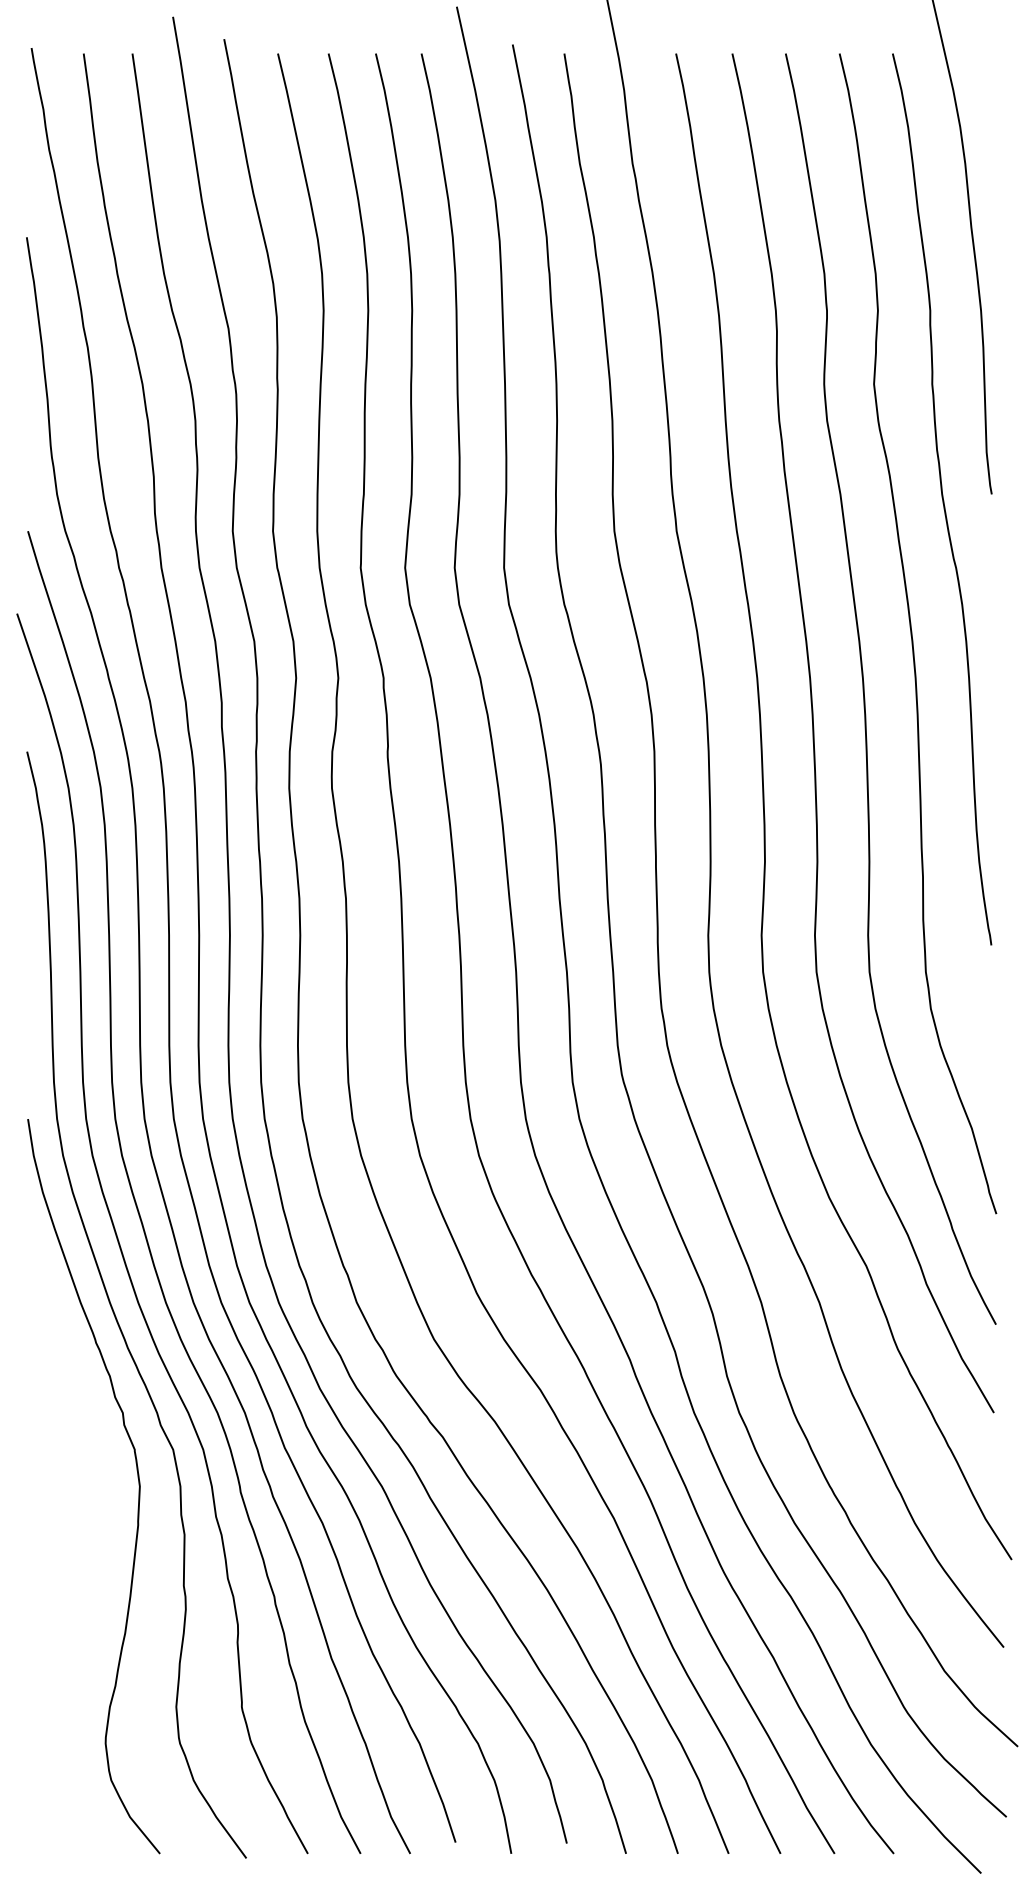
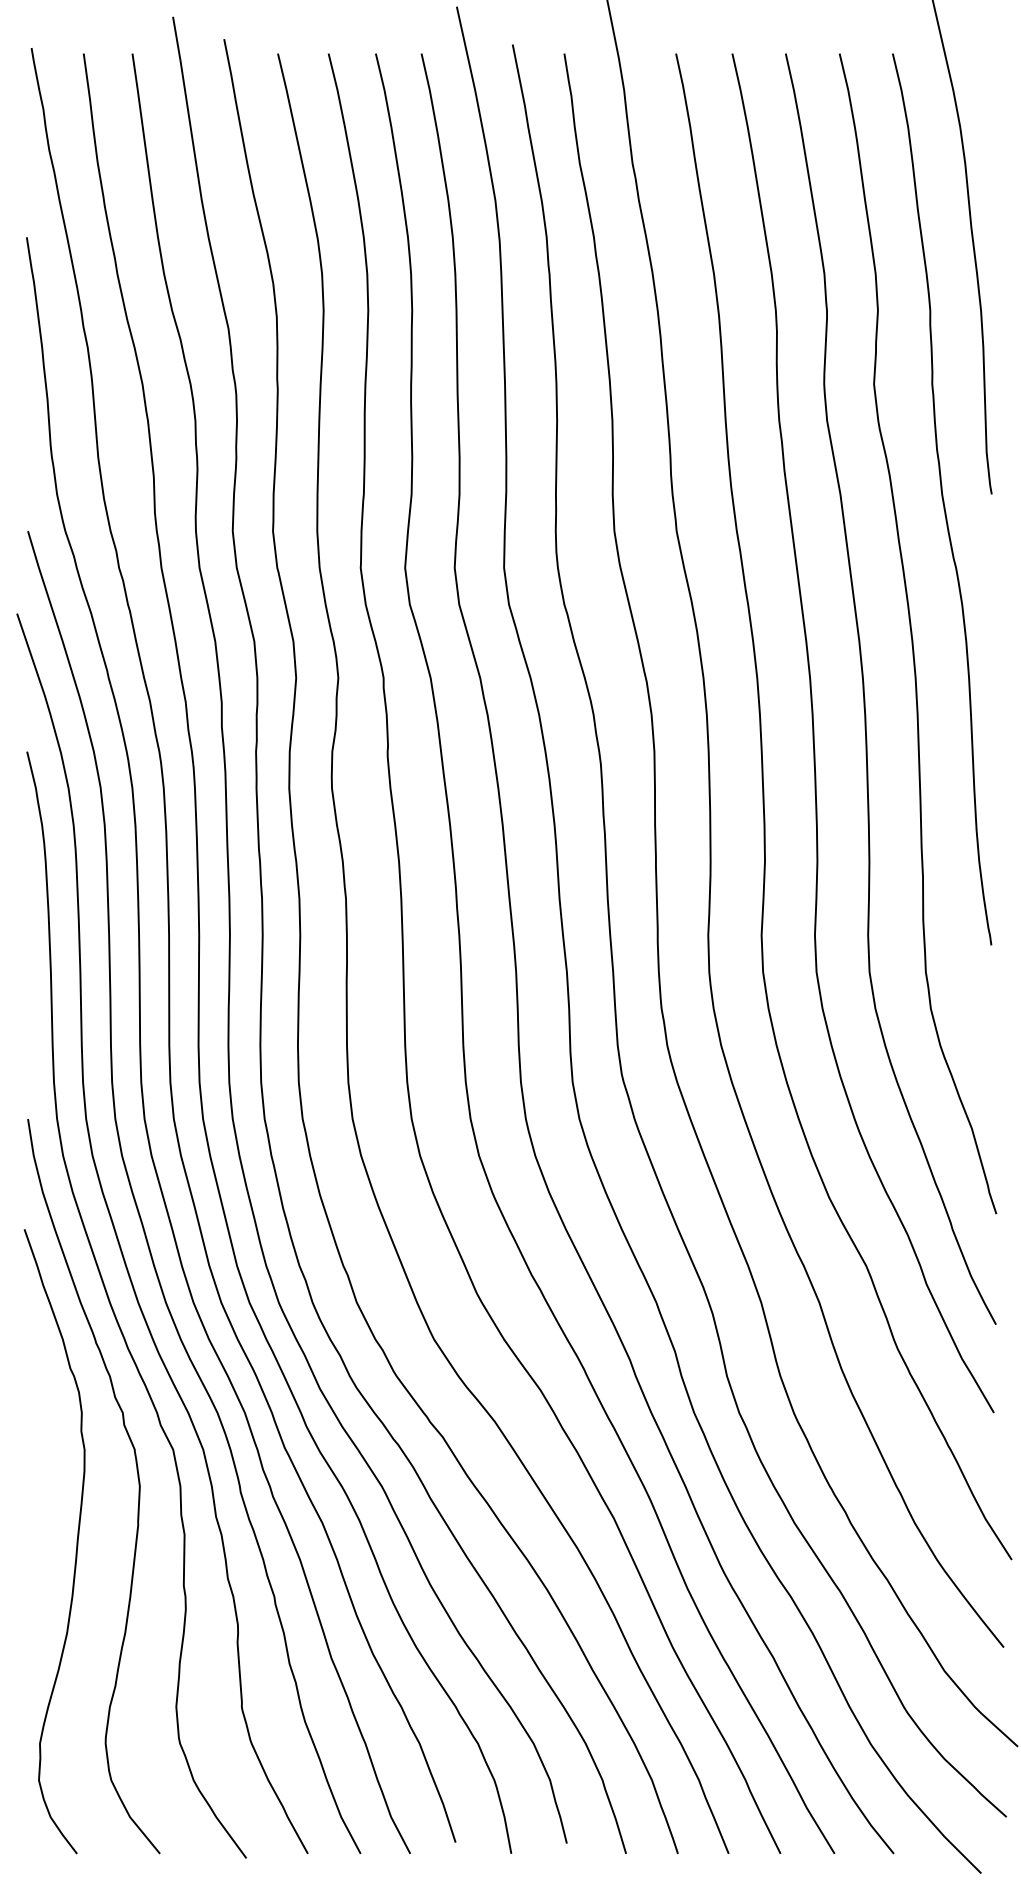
curve at (76, 1541): none -> present
